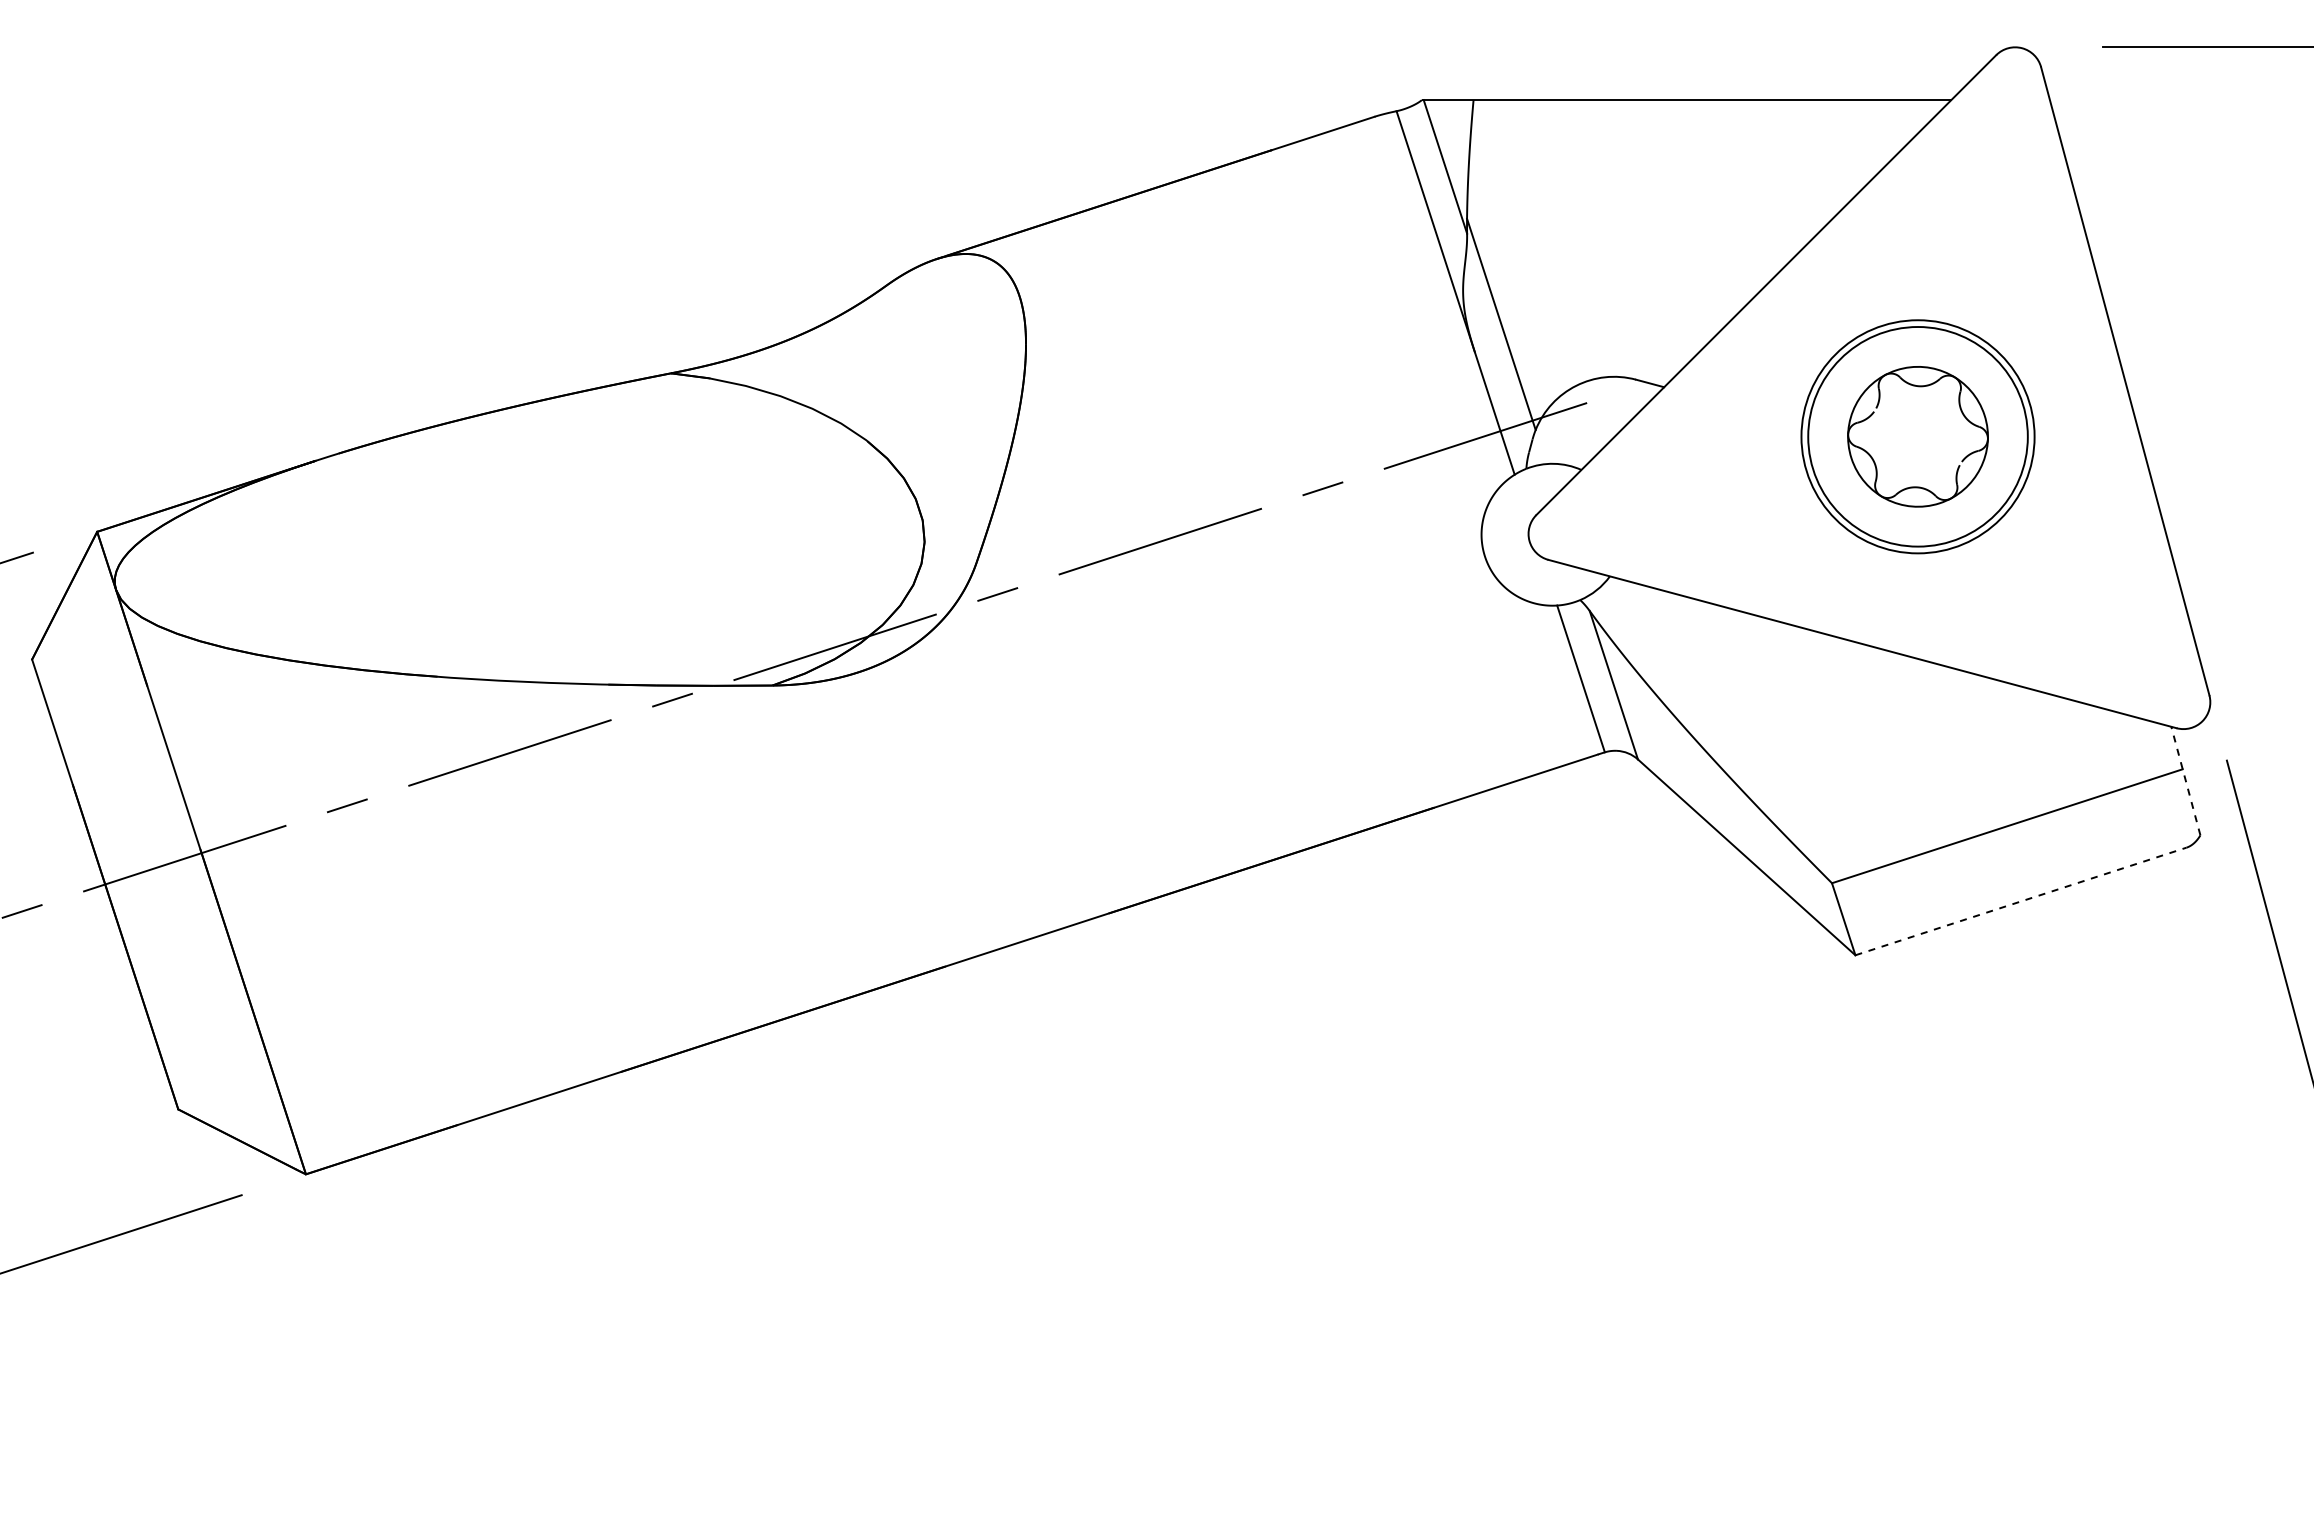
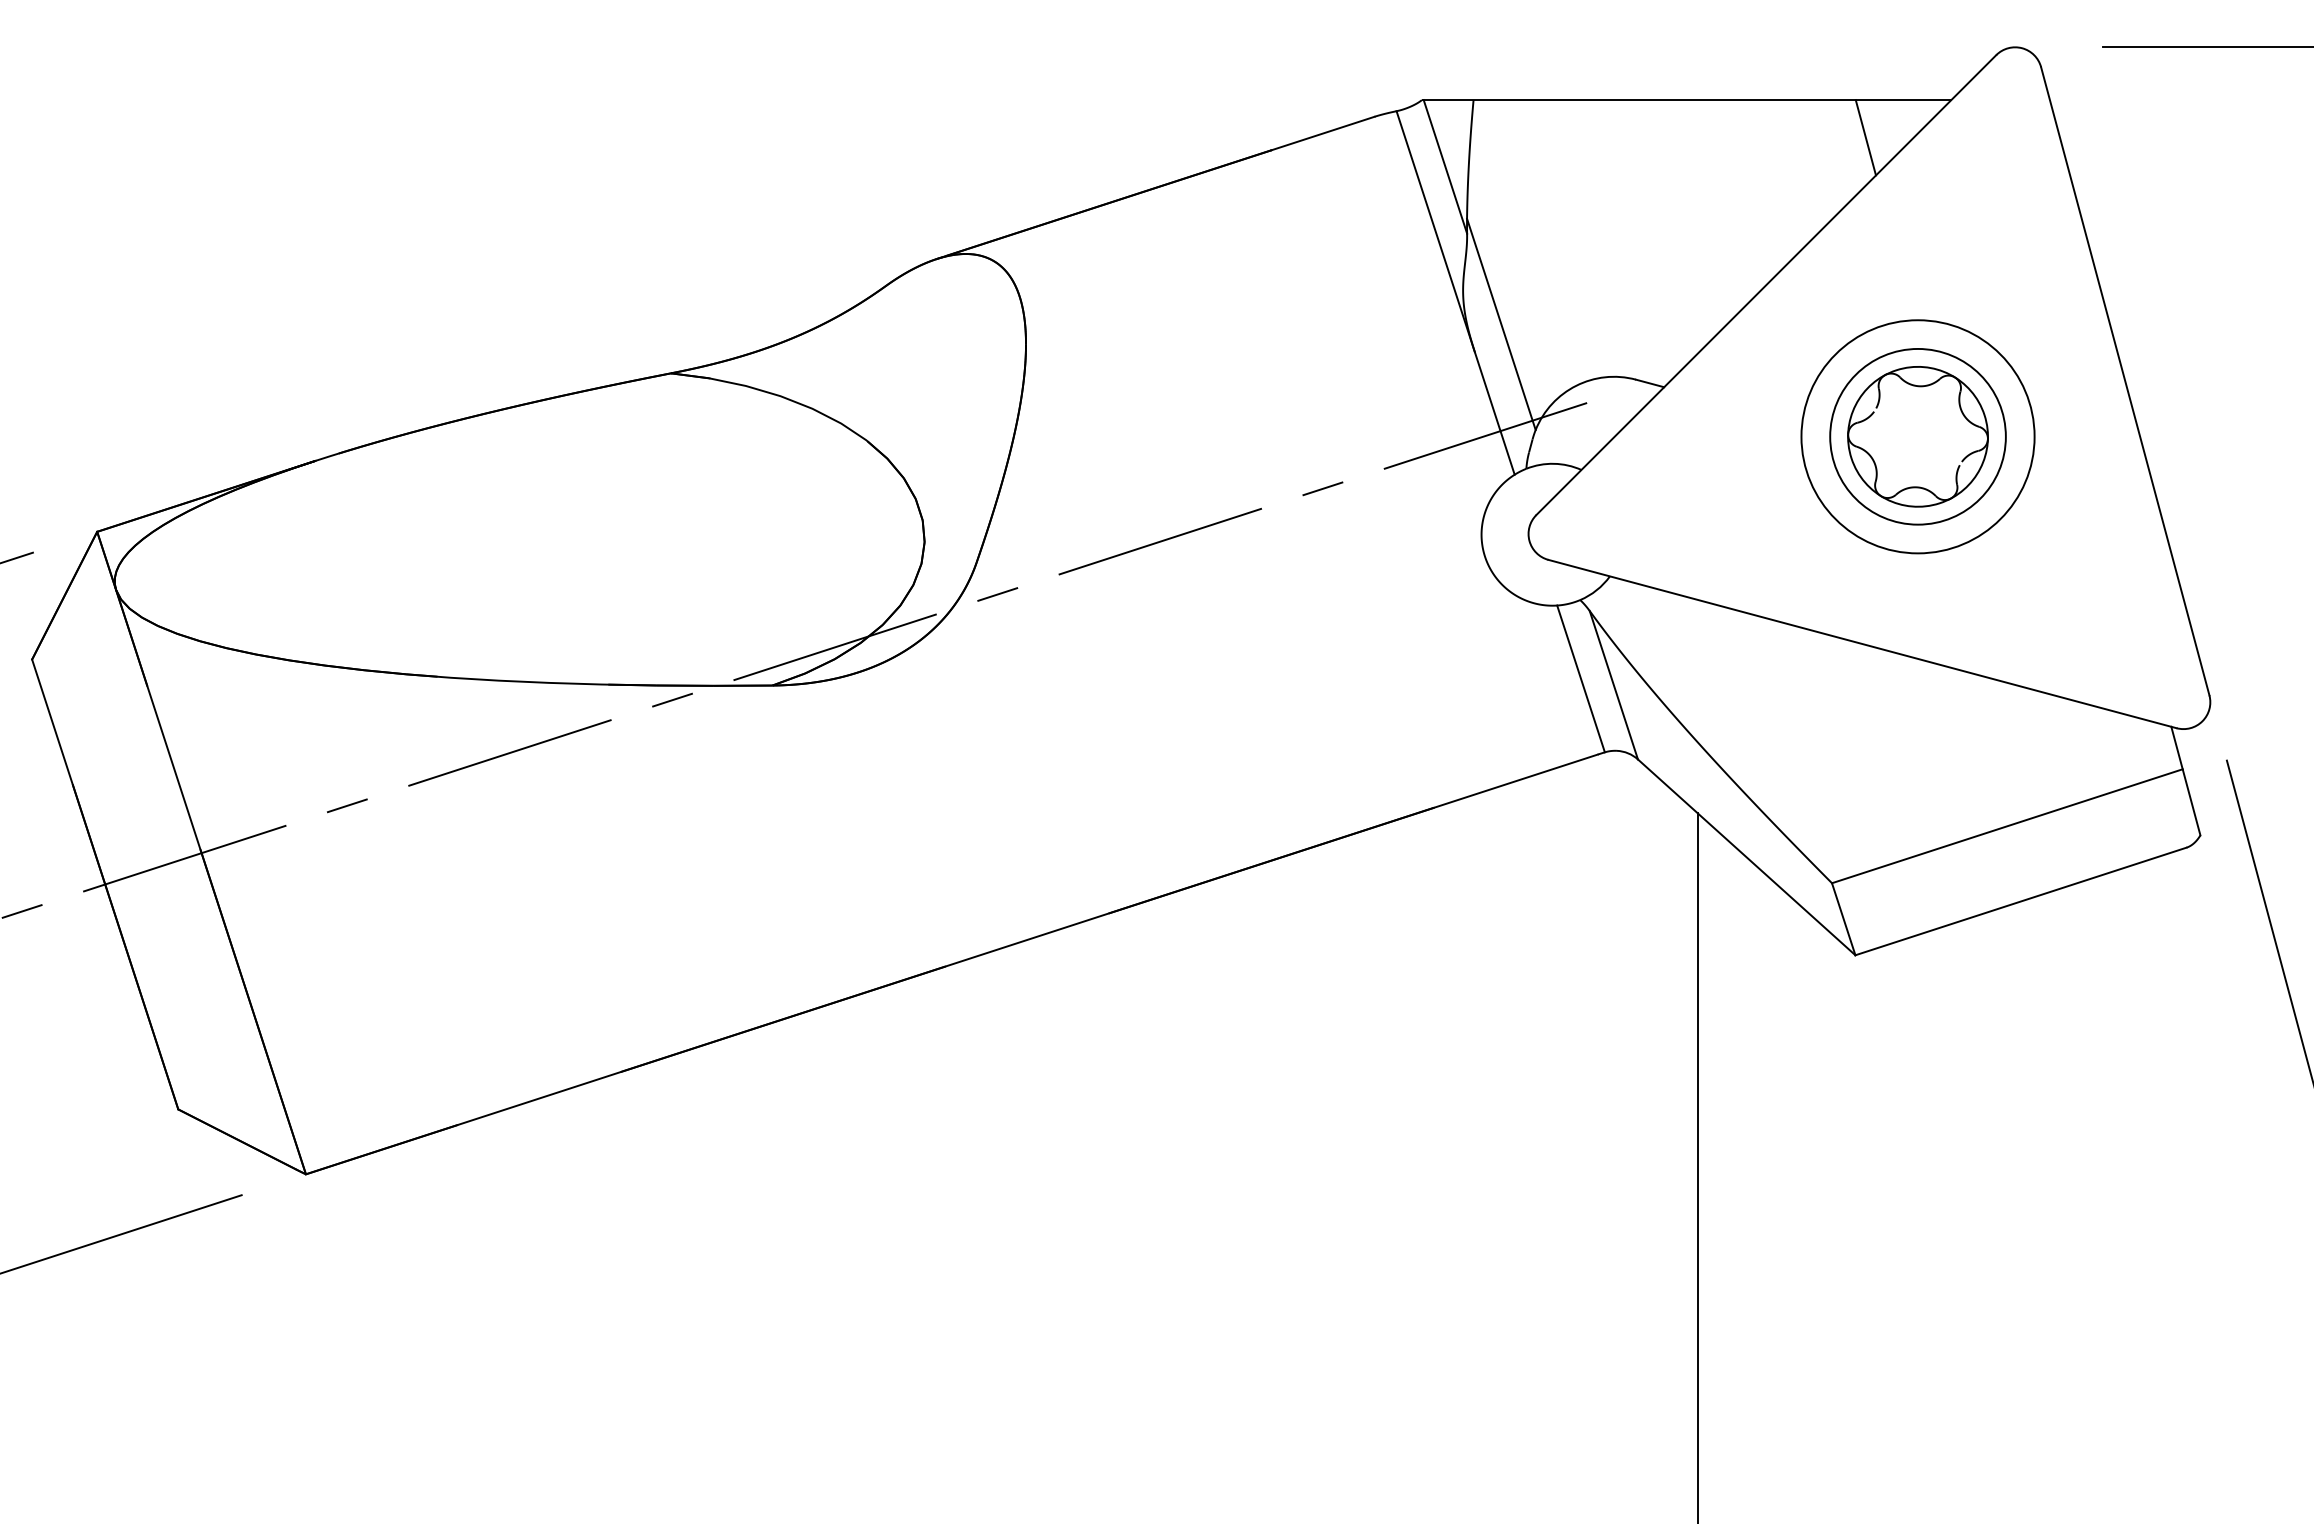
line at (1865, 137): none -> present
circle at (1917, 436) diameter: 220 px -> 176 px
line at (2185, 780): dashed -> solid
line at (2021, 901): dashed -> solid
line at (1697, 1166): none -> present
